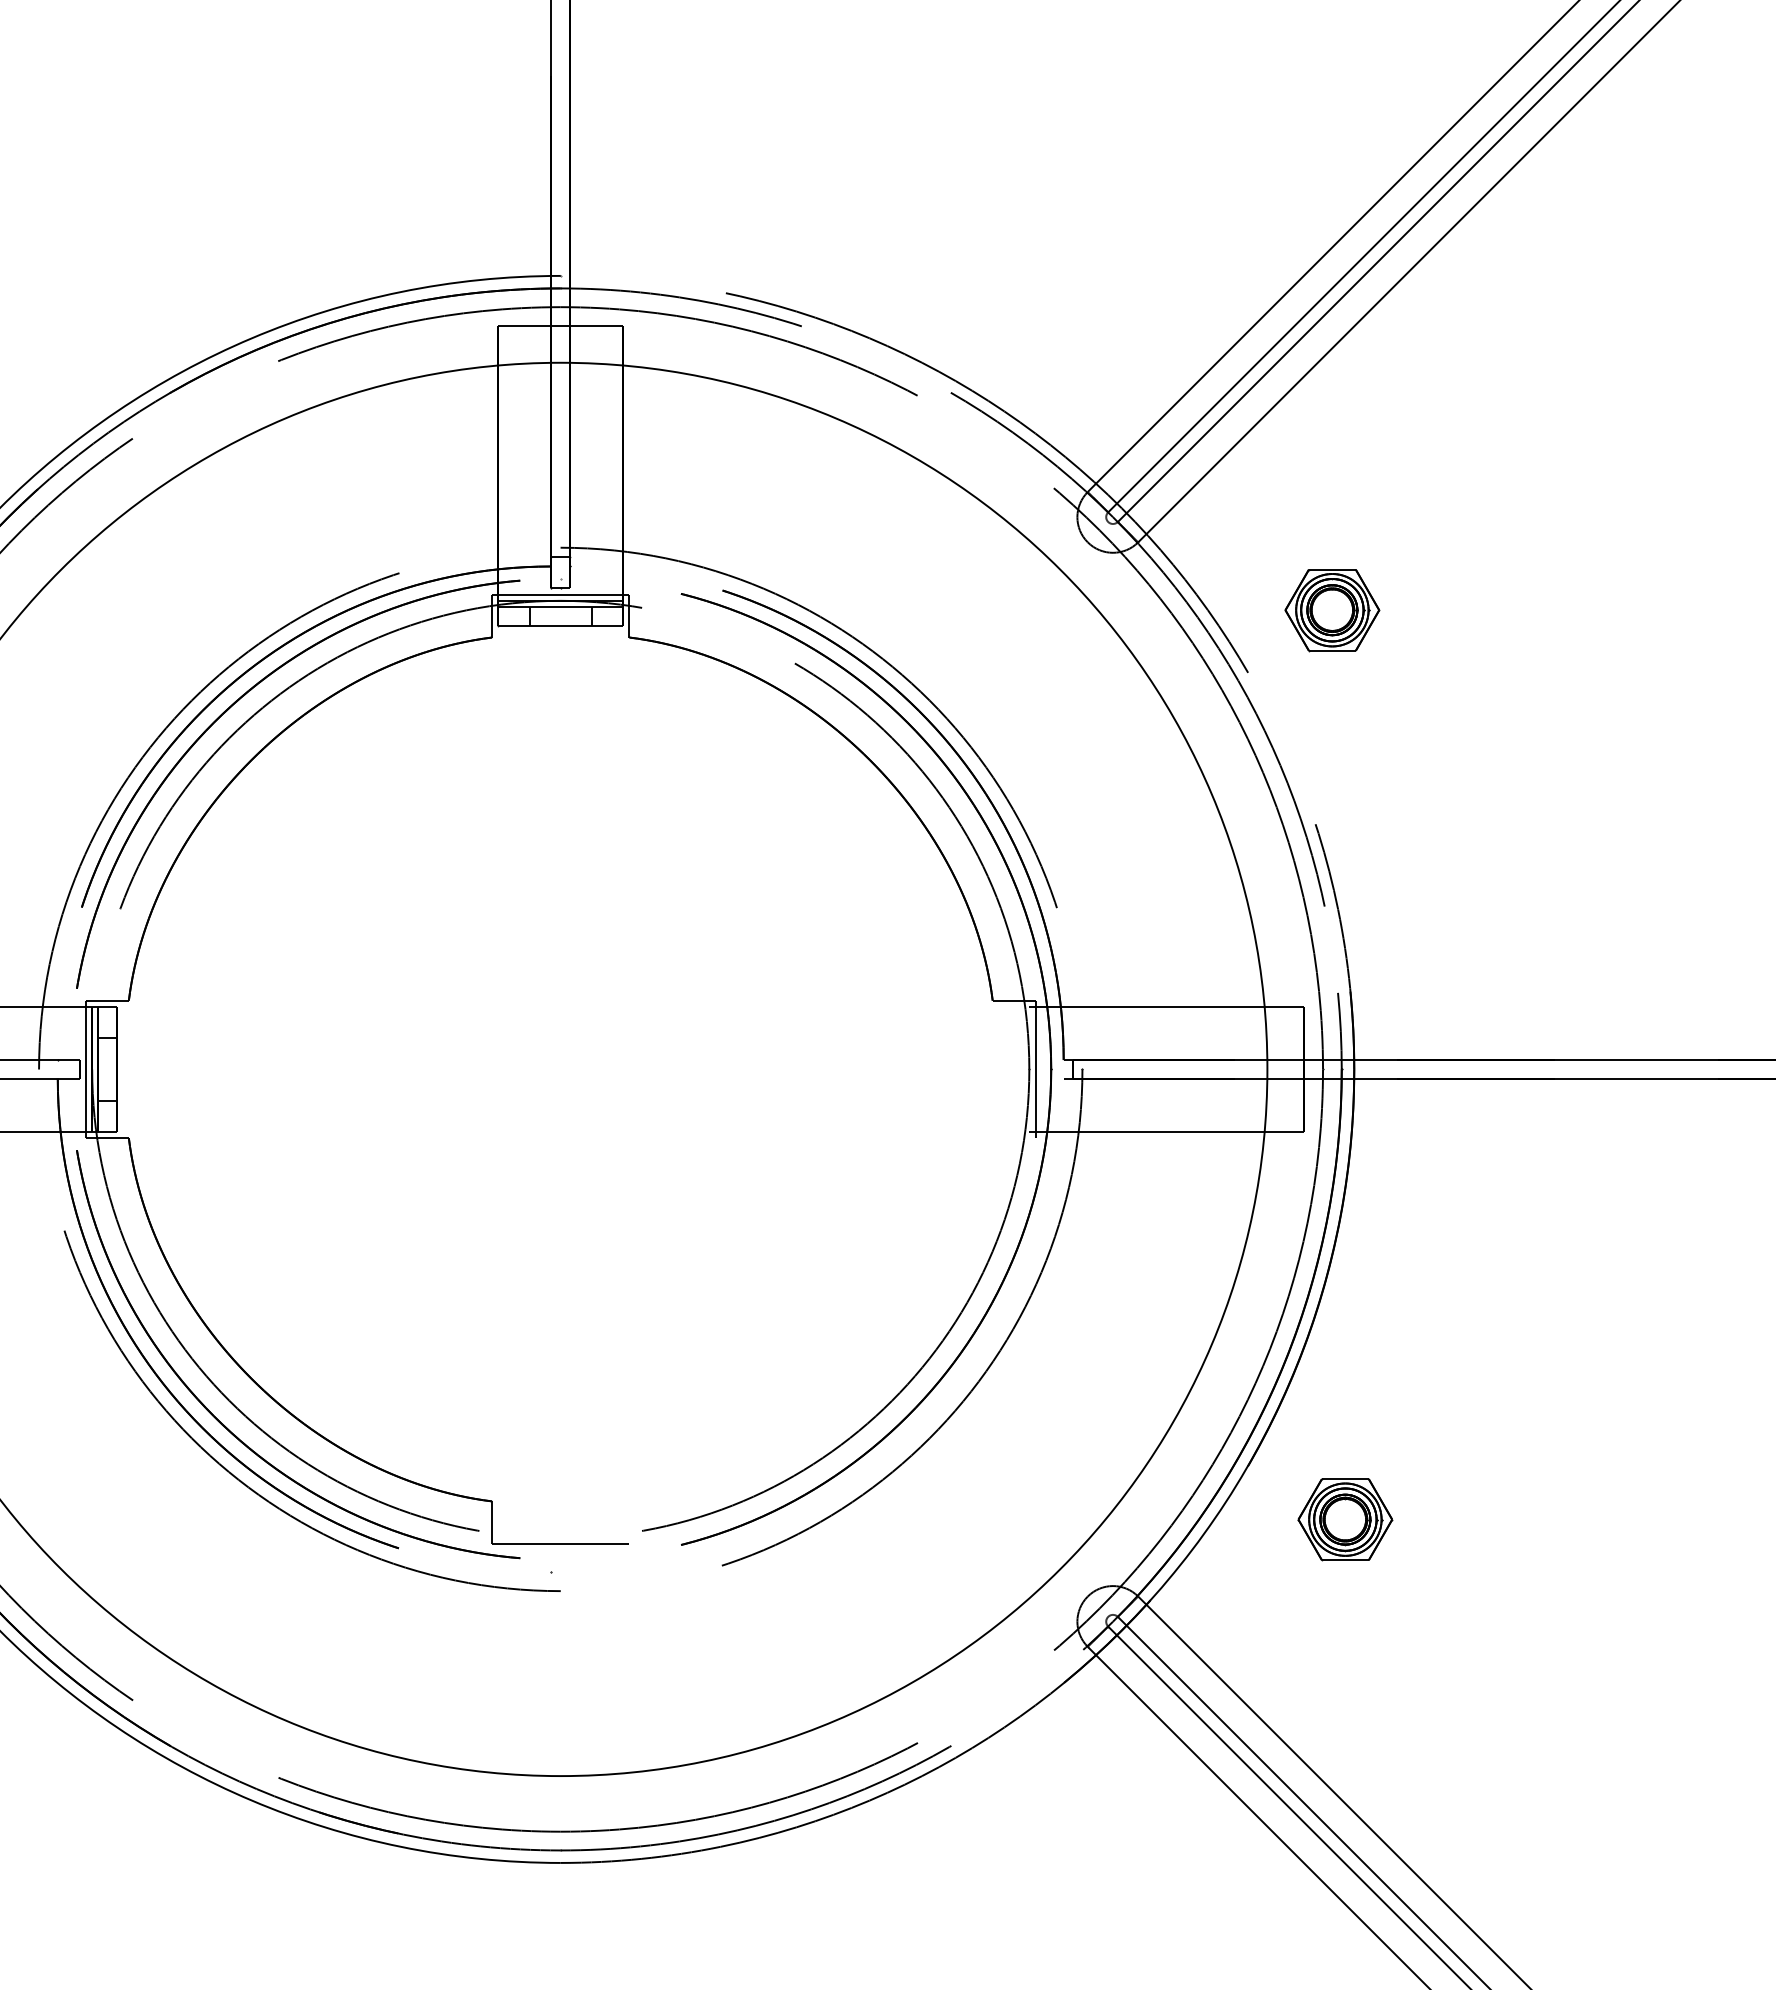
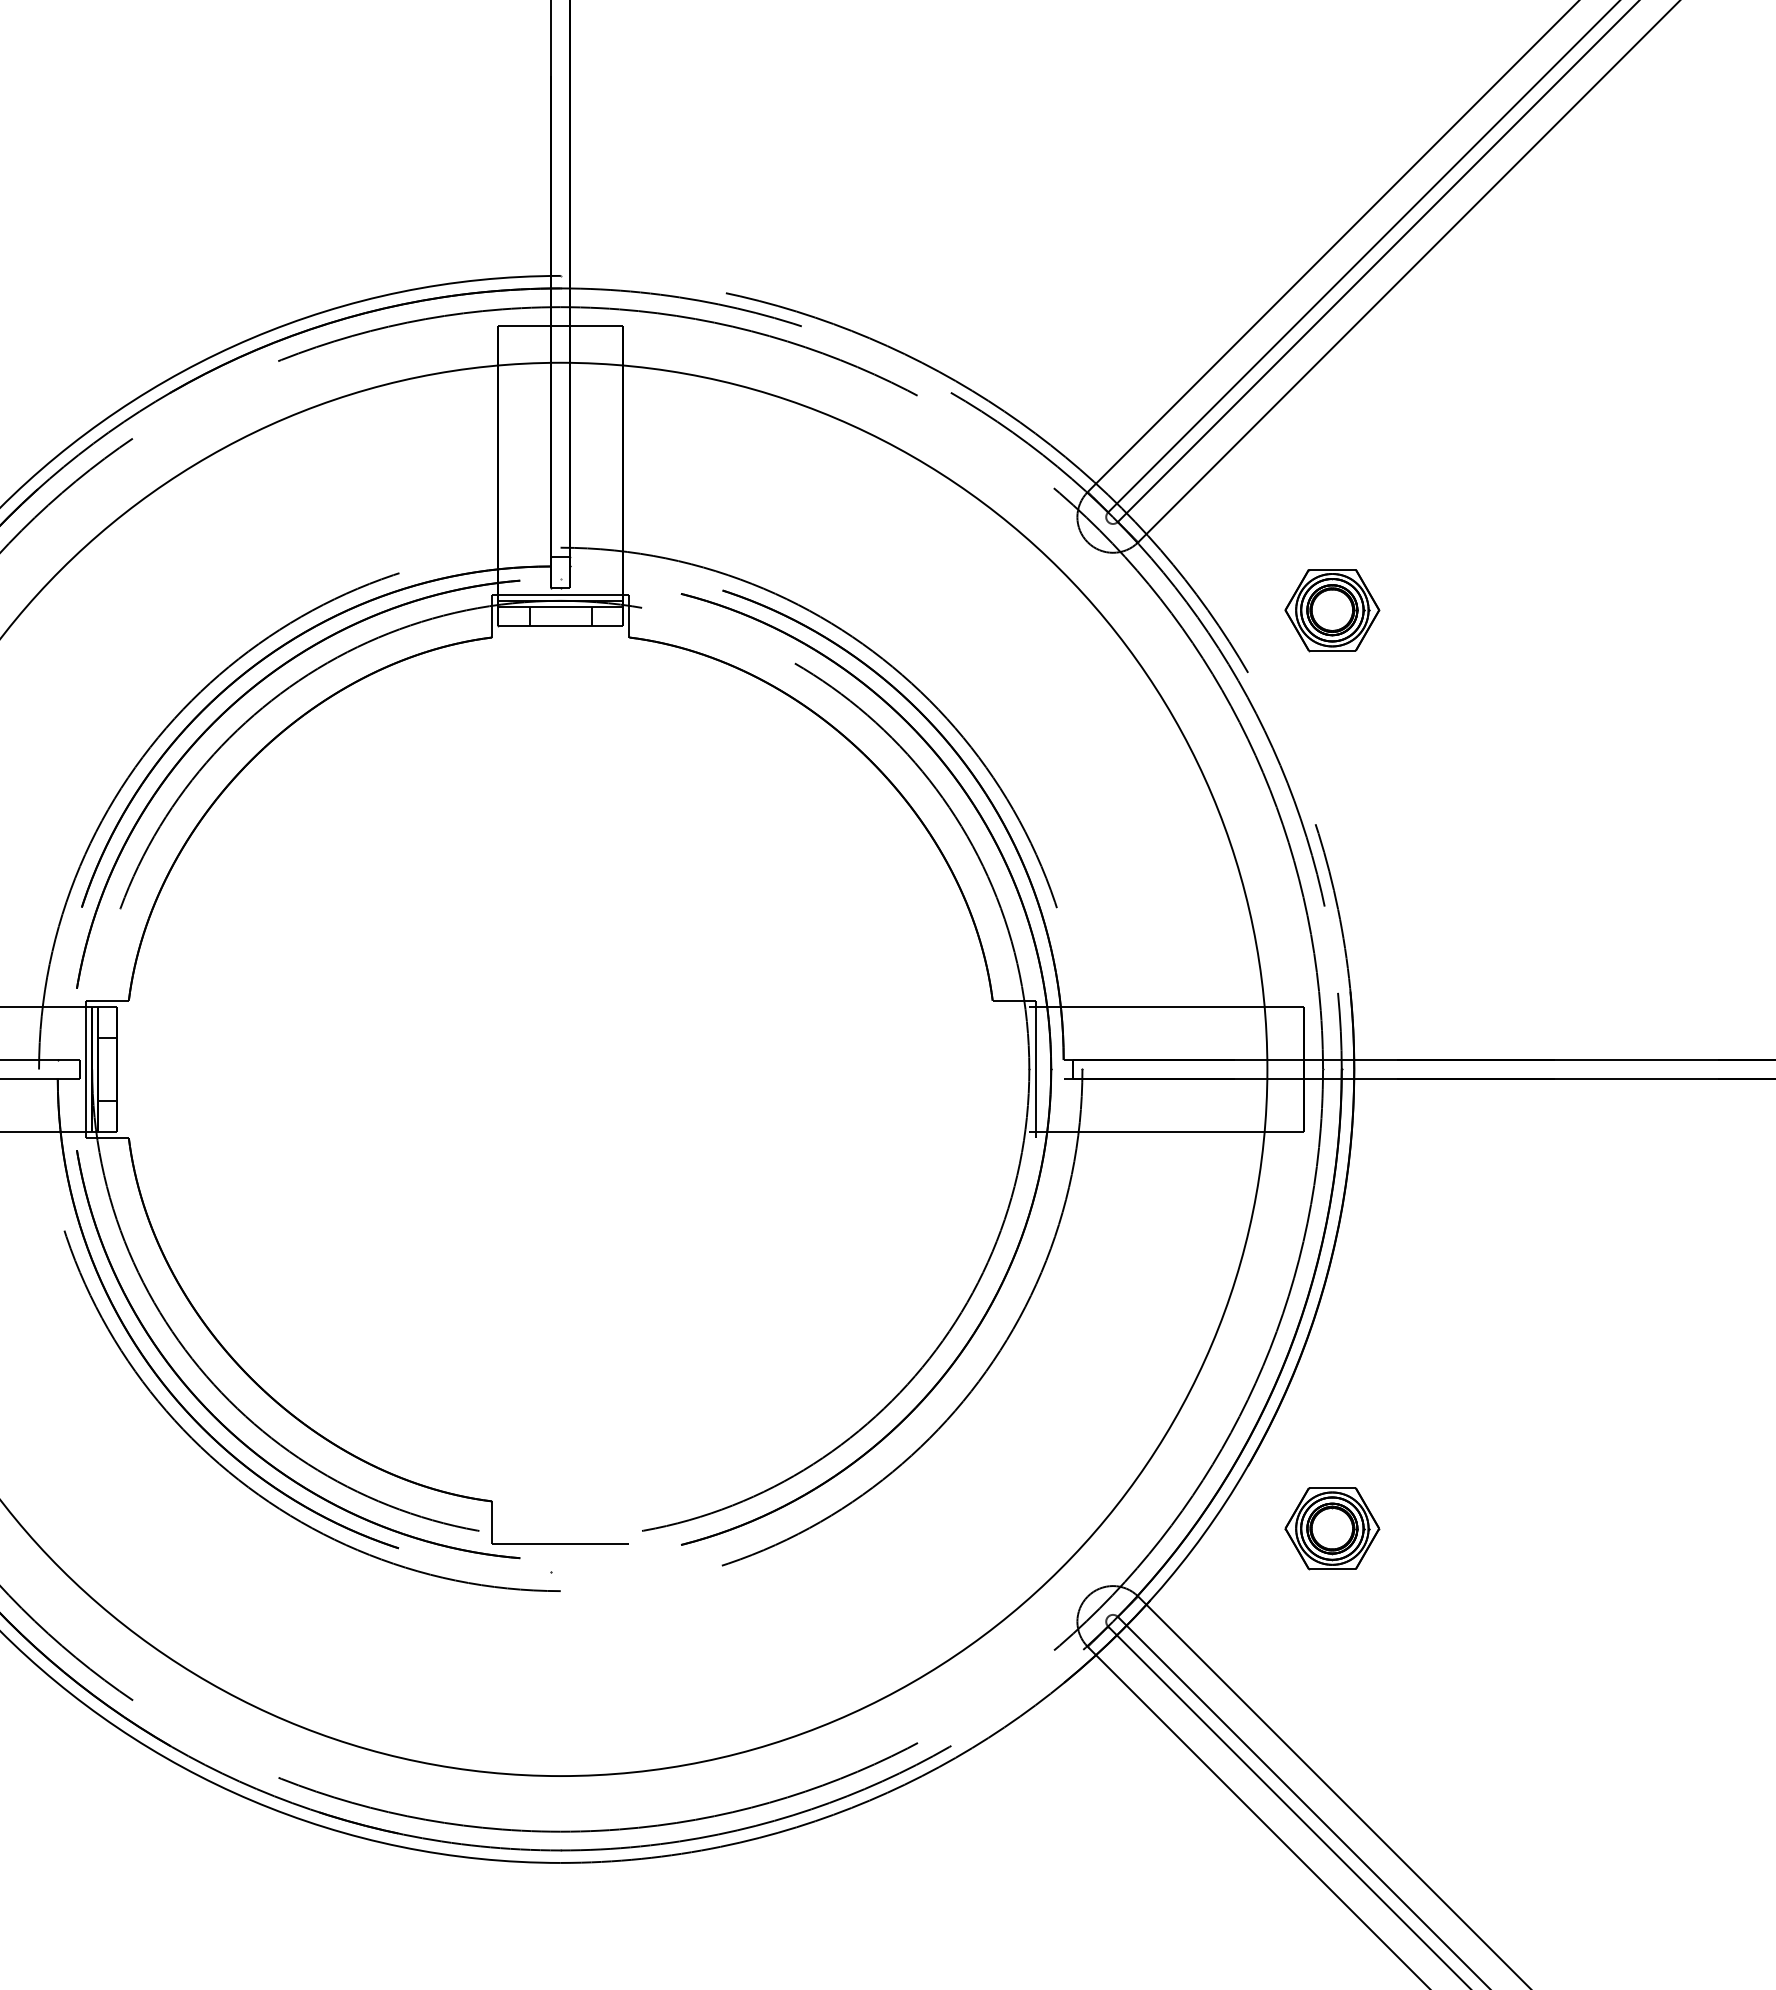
part at (1345, 1519) position: (1345, 1519) -> (1332, 1528)
